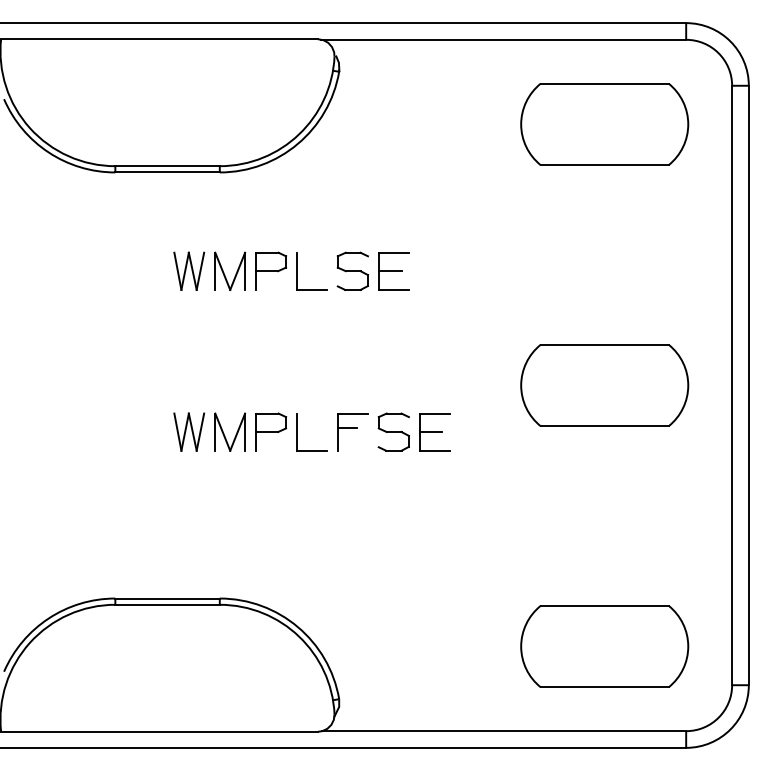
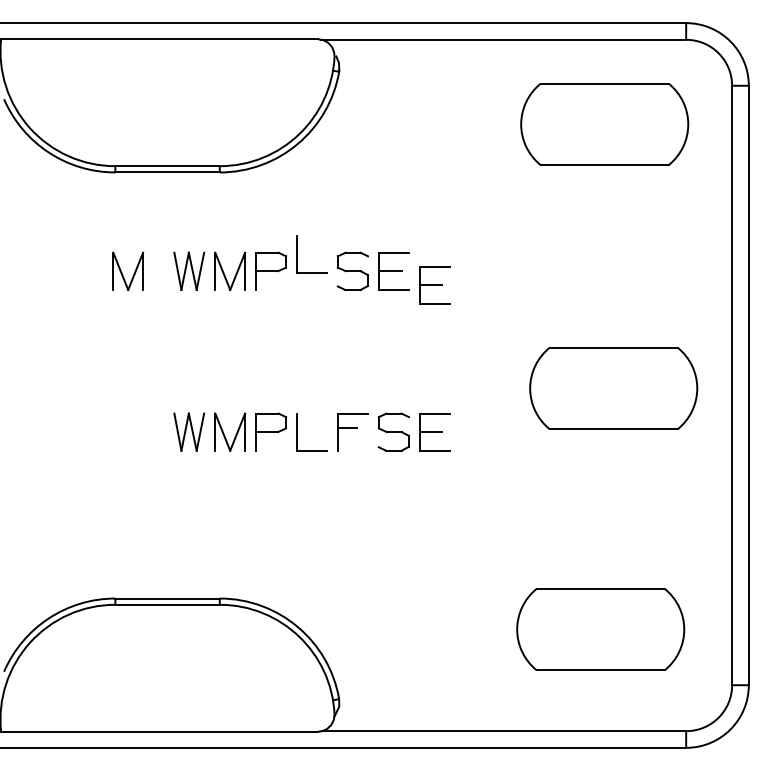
part at (128, 270): none -> present
part at (297, 271) position: (297, 271) -> (297, 254)
part at (434, 285): none -> present
part at (604, 385) position: (604, 385) -> (613, 388)
part at (604, 646) position: (604, 646) -> (600, 629)
